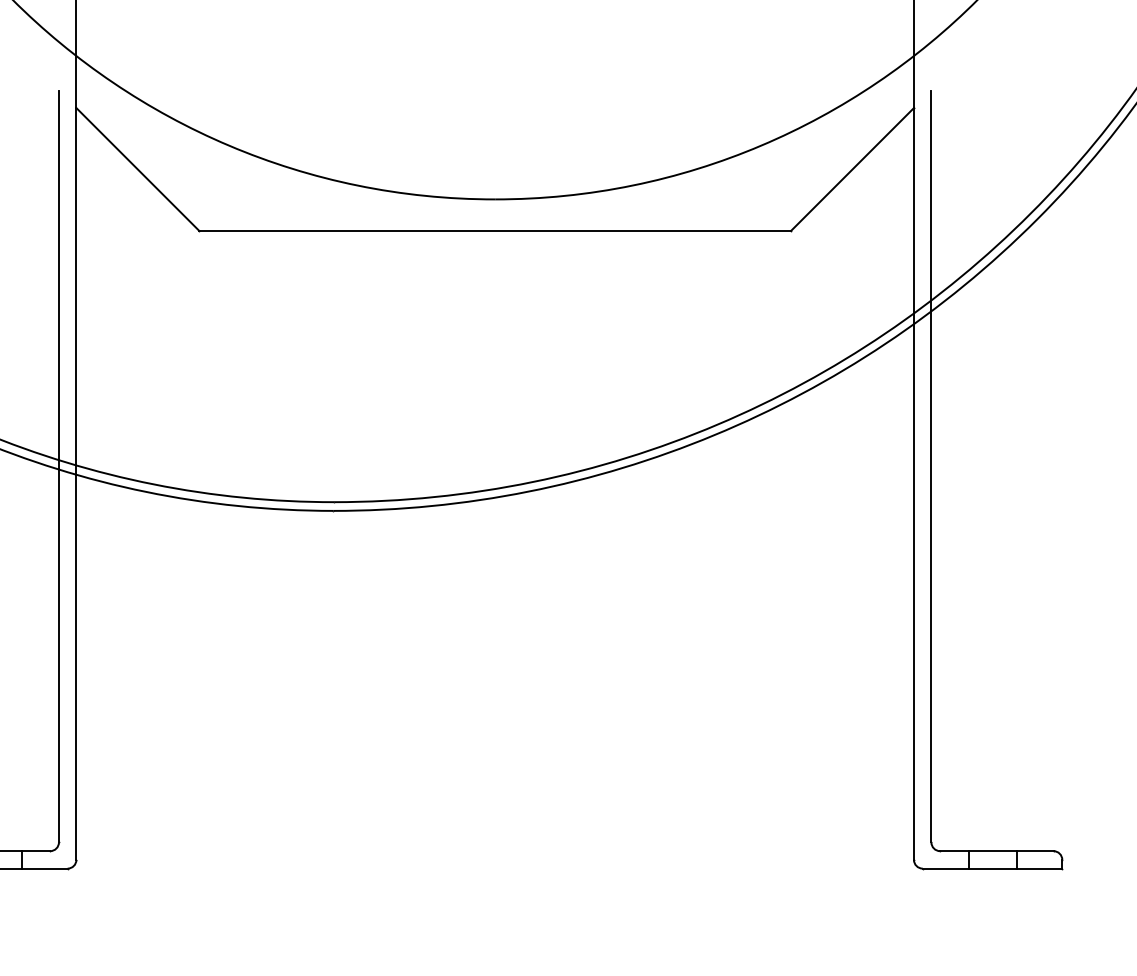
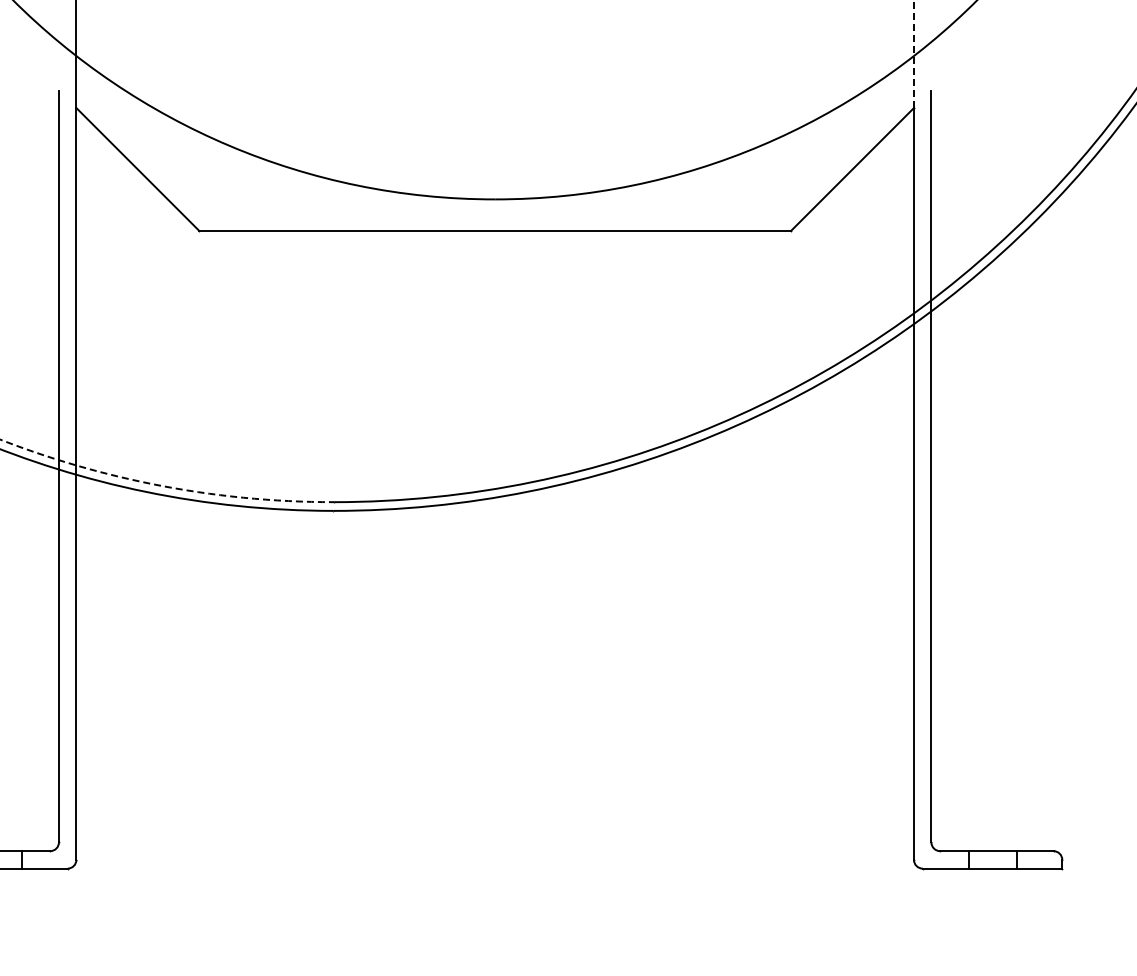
line at (913, 54): solid -> dashed
arc at (163, 486): solid -> dashed
